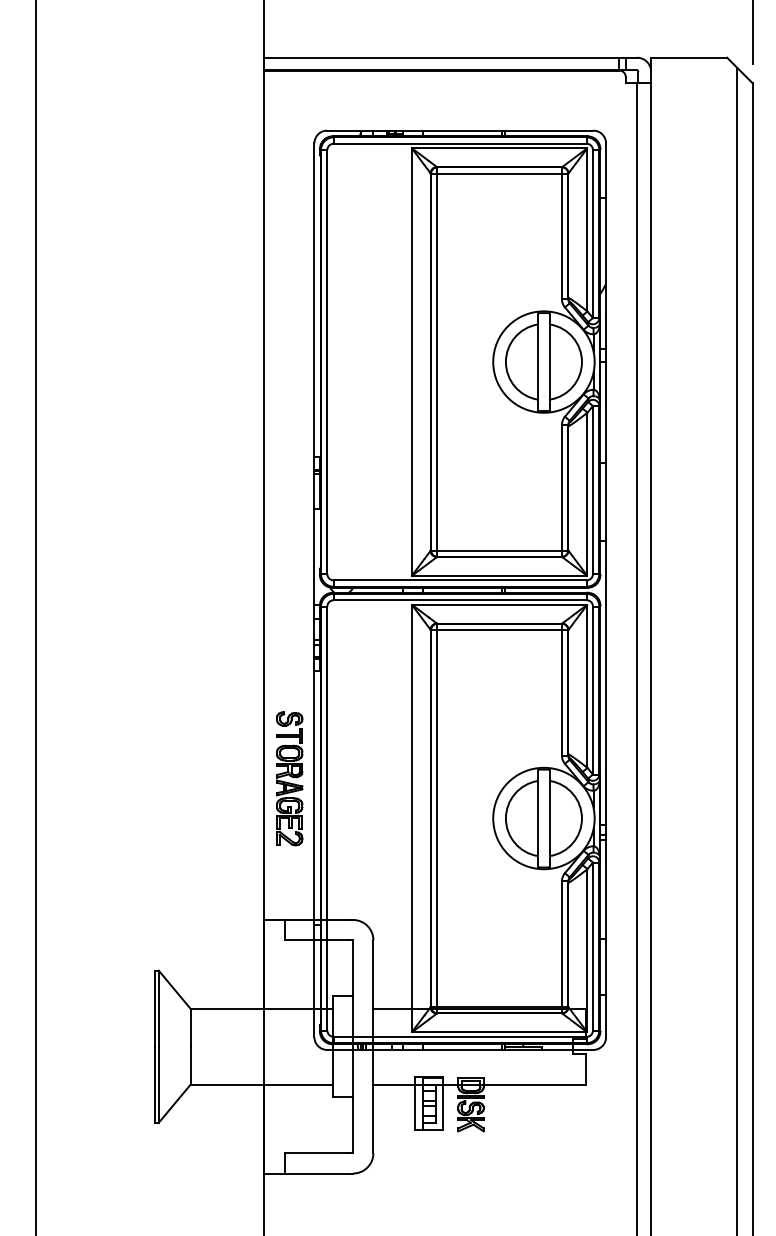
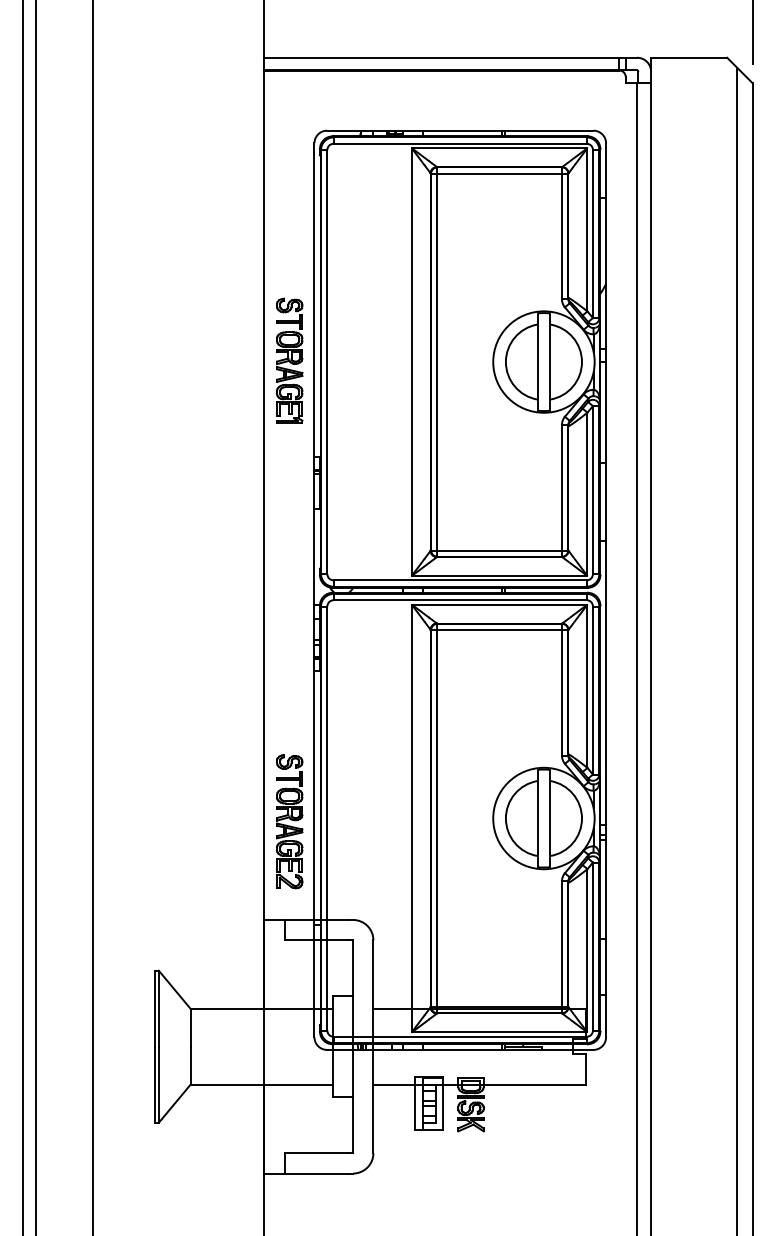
part at (289, 360): none -> present
line at (23, 617): none -> present
line at (93, 617): none -> present
part at (289, 778) position: (289, 778) -> (289, 821)
